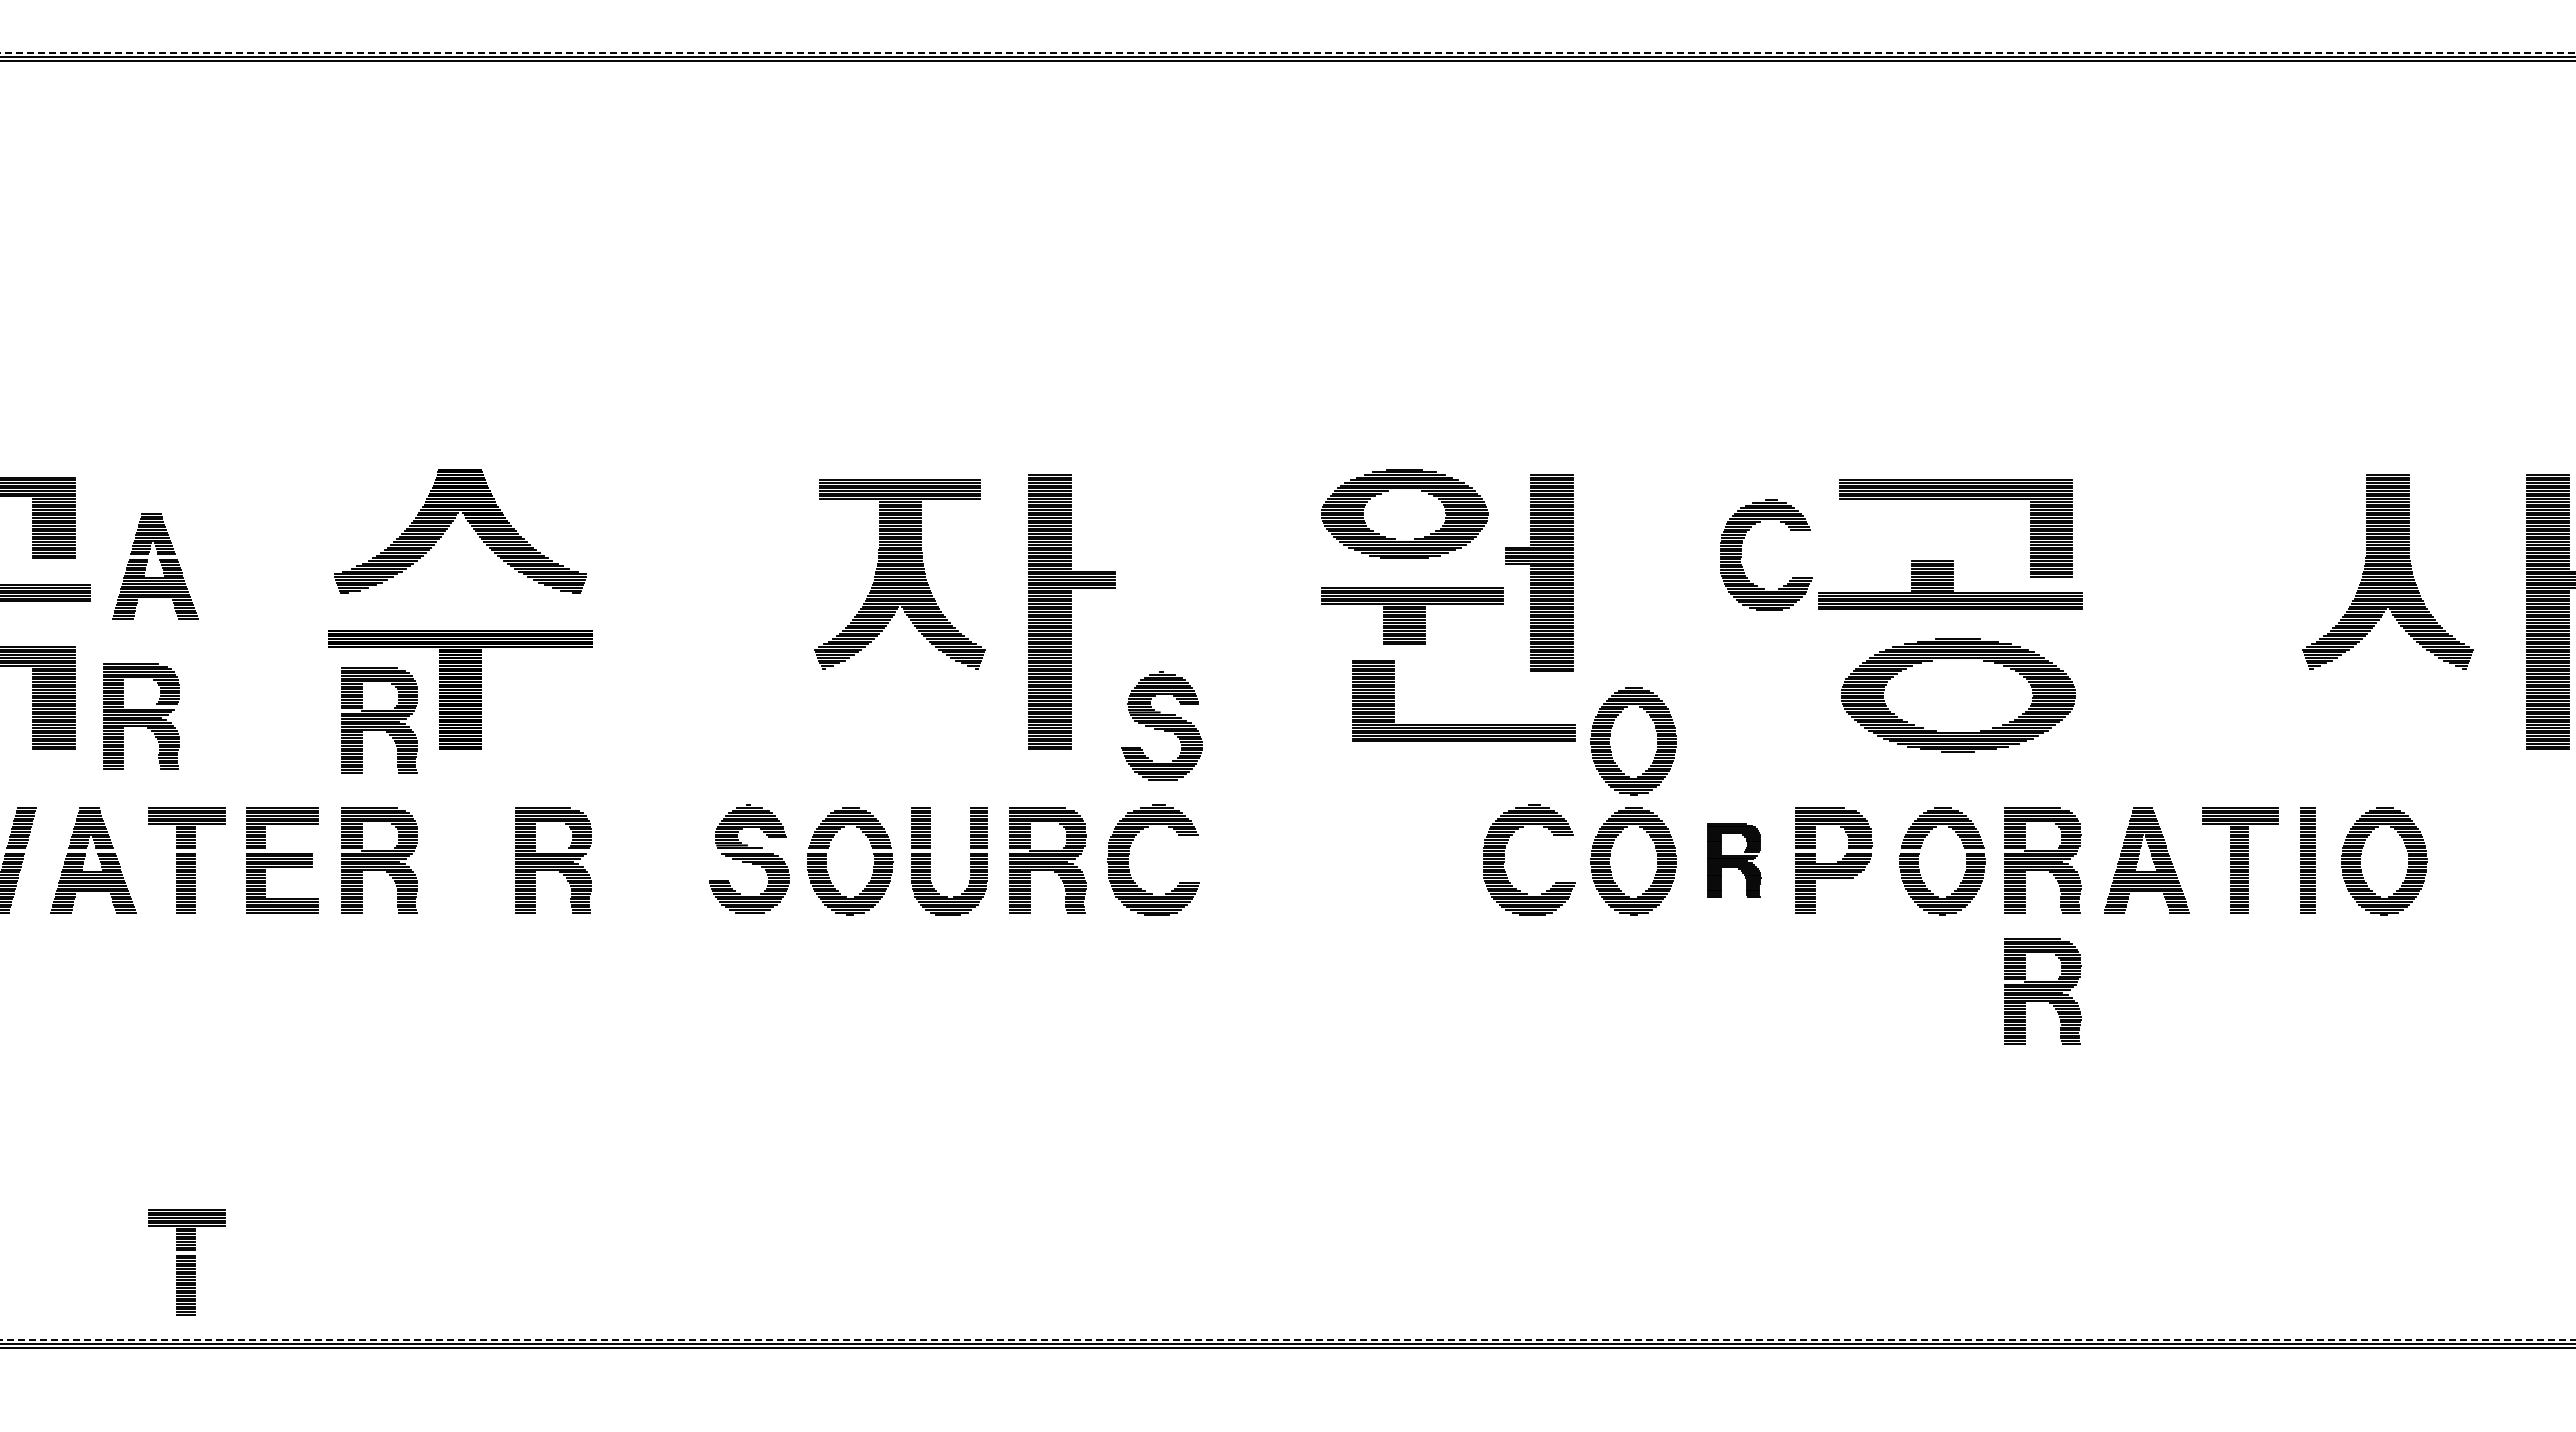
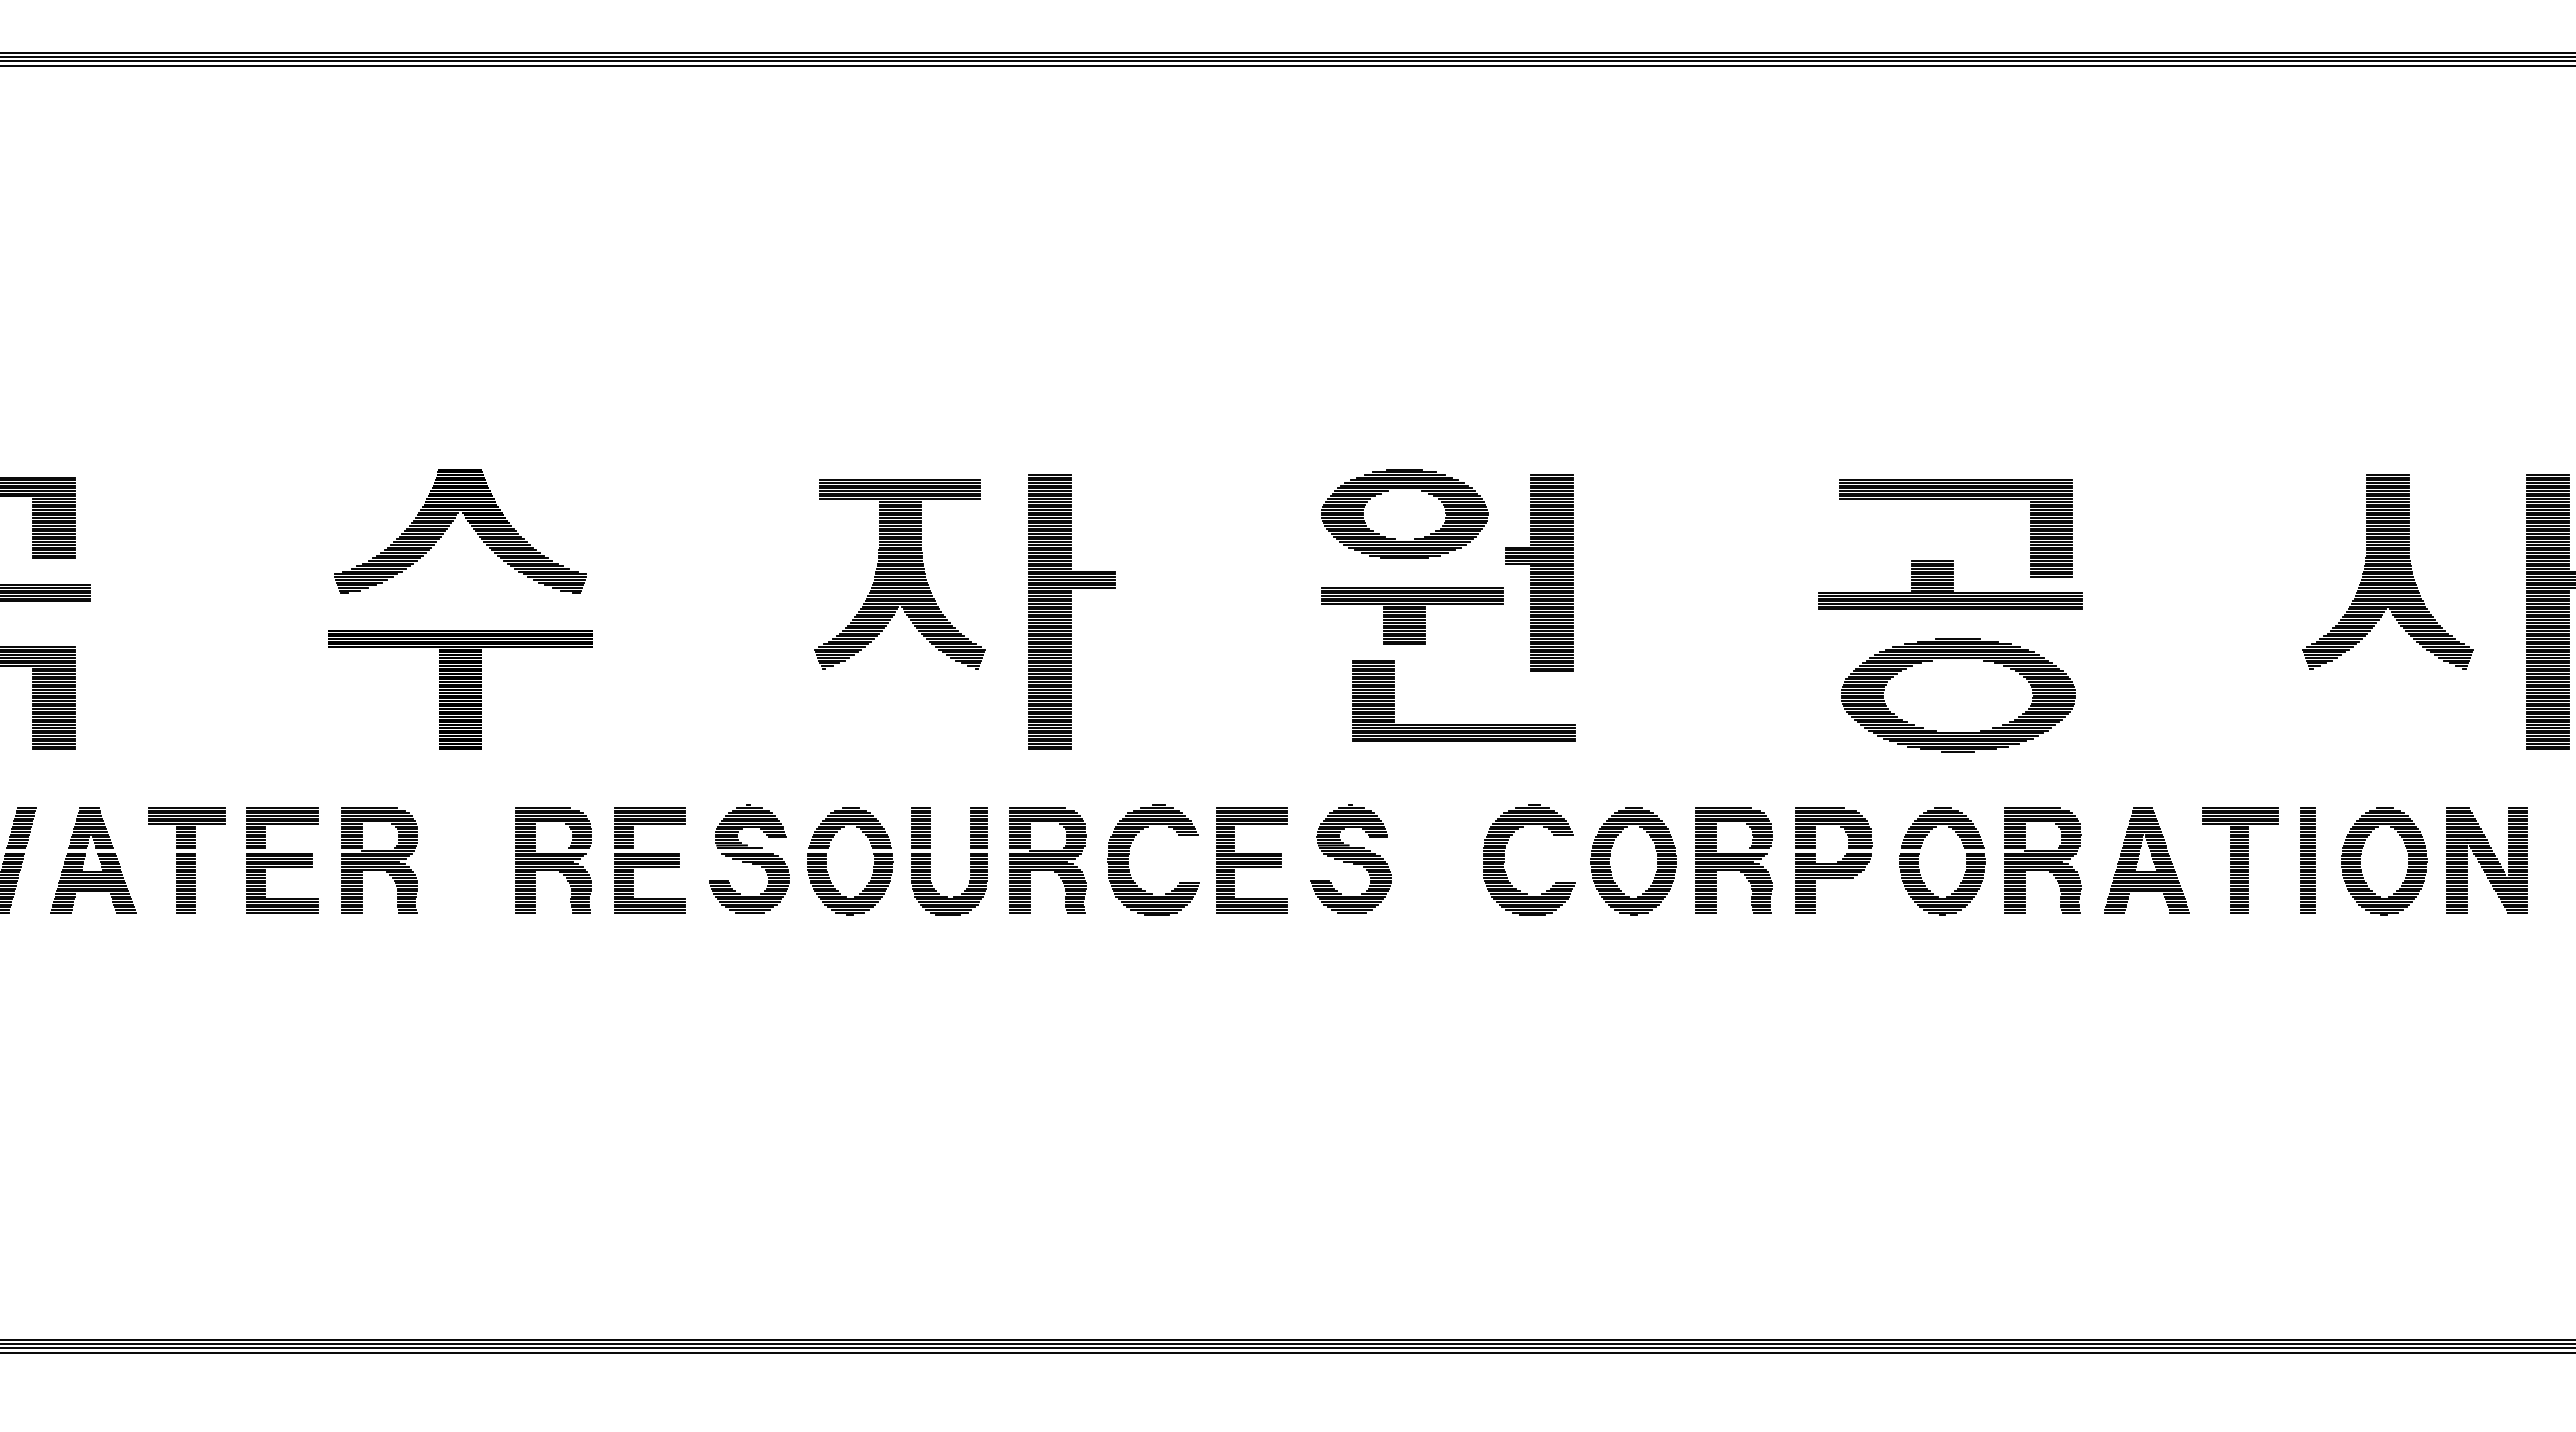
line at (1287, 52): dashed -> solid
line at (1287, 65): none -> present
part at (1741, 554): present -> none
part at (161, 565): present -> none
part at (141, 716): present -> none
part at (379, 720): present -> none
part at (1161, 725) position: (1161, 725) -> (1350, 858)
part at (1610, 736): present -> none
part at (649, 860): none -> present
part at (1251, 860): none -> present
part at (1734, 860) size: 55x75 px -> 78x107 px
part at (2486, 860): none -> present
part at (2042, 991): present -> none
part at (186, 1262): present -> none
line at (1287, 1339): dashed -> solid
line at (1287, 1352): none -> present
